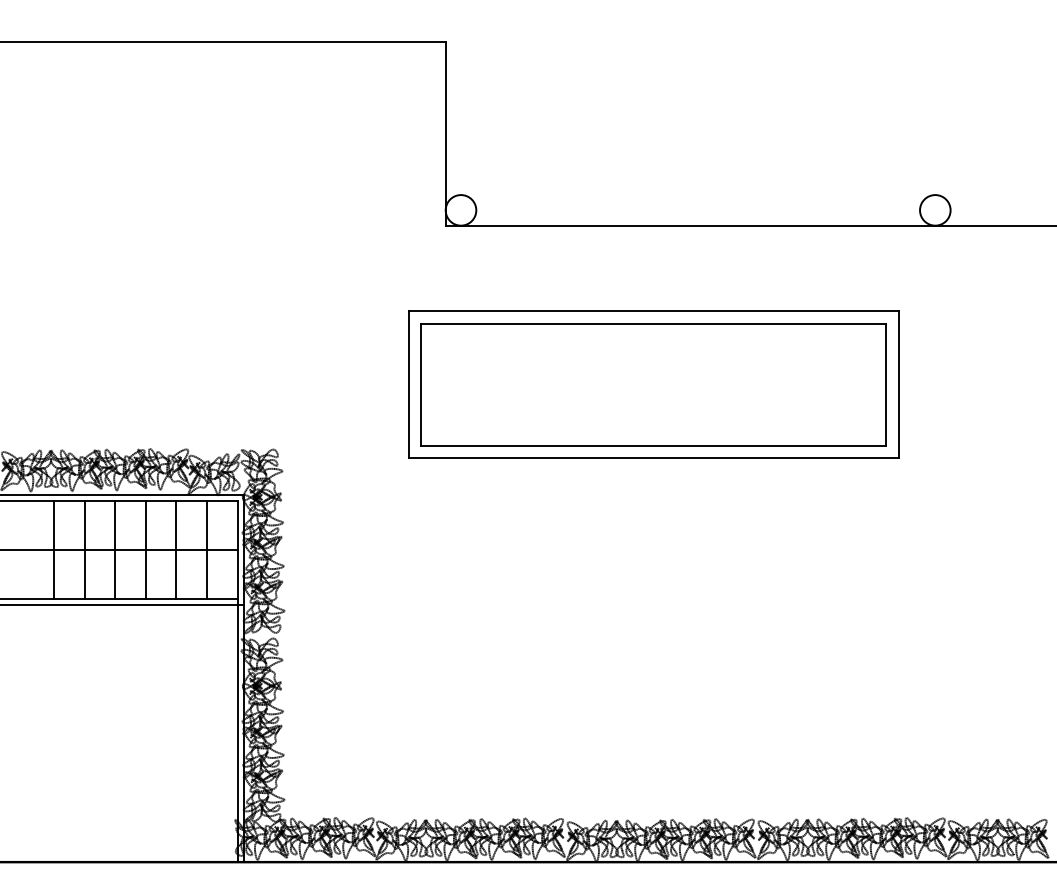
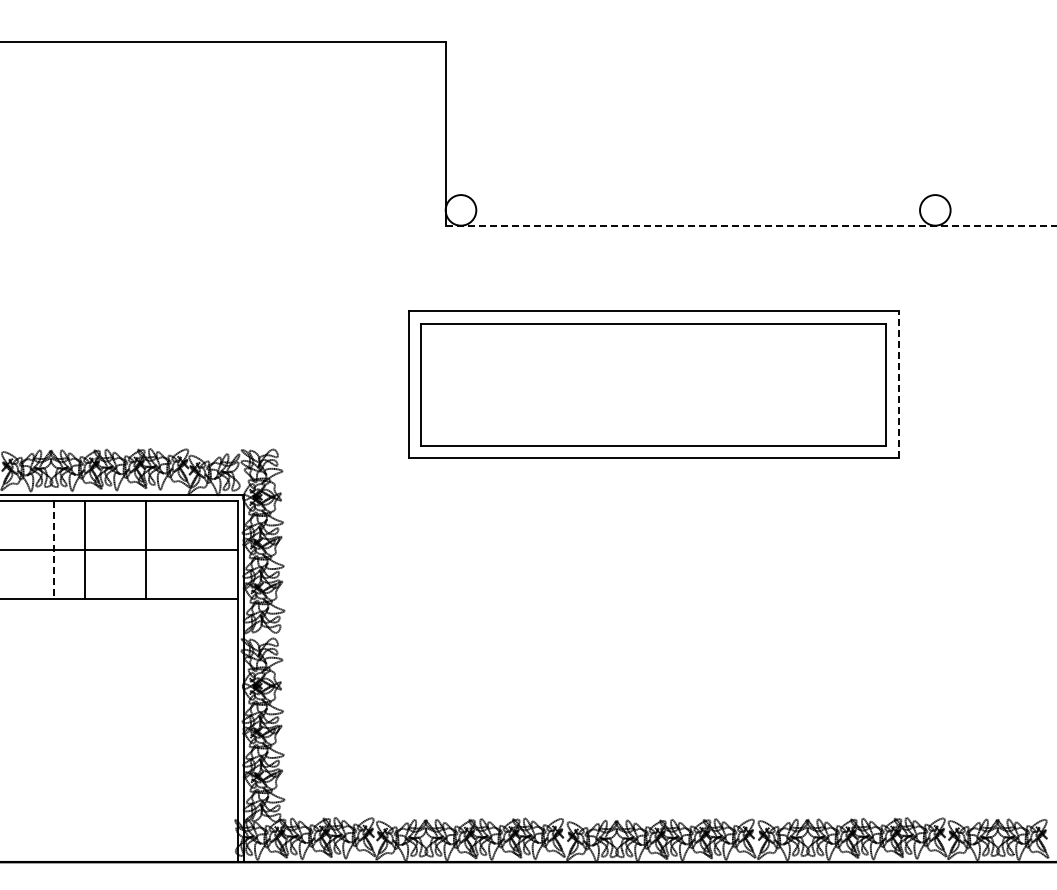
line at (751, 225): solid -> dashed
line at (898, 384): solid -> dashed
line at (115, 549): present -> none
line at (176, 549): present -> none
line at (207, 549): present -> none
line at (54, 550): solid -> dashed
line at (122, 605): present -> none
